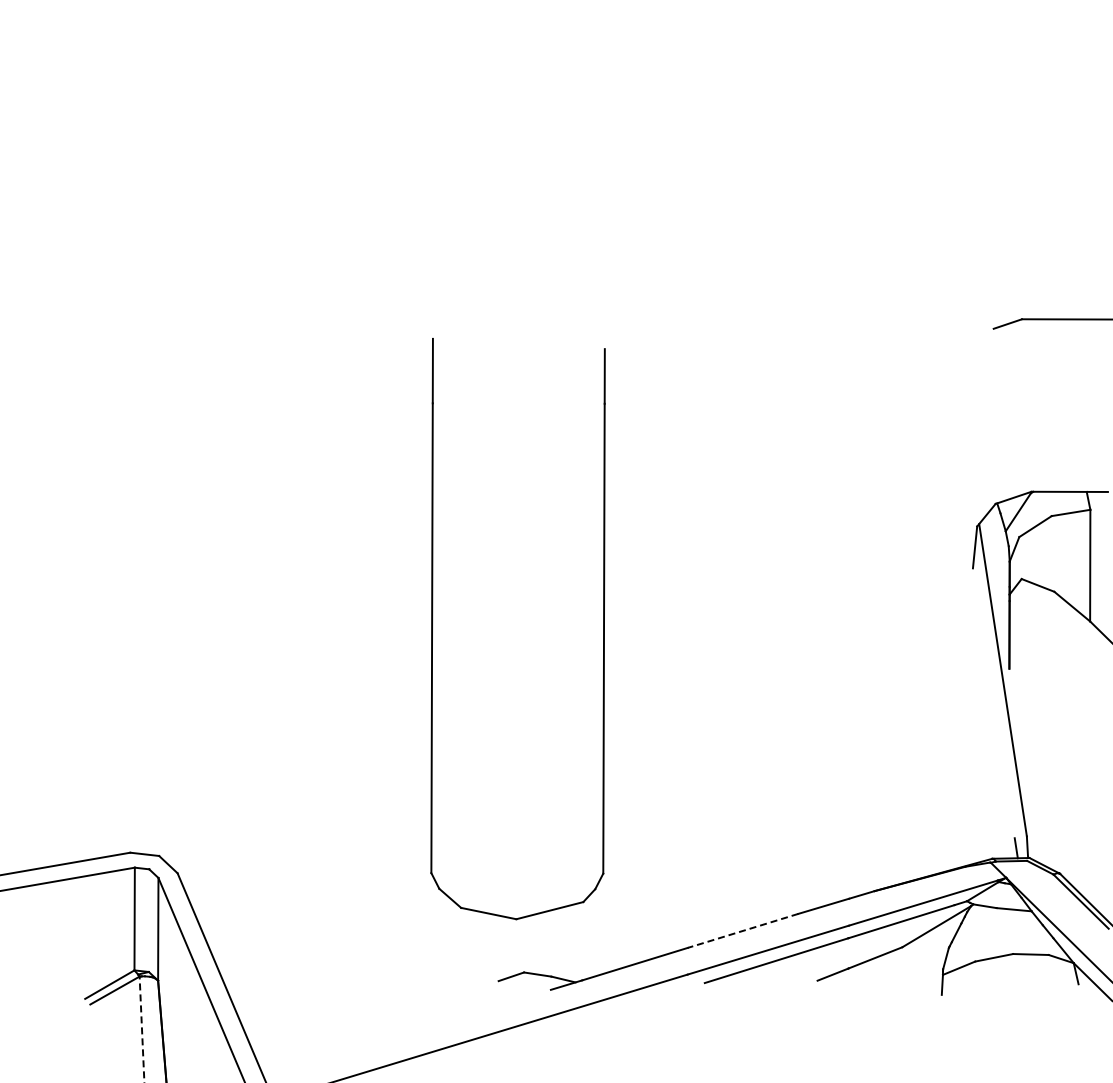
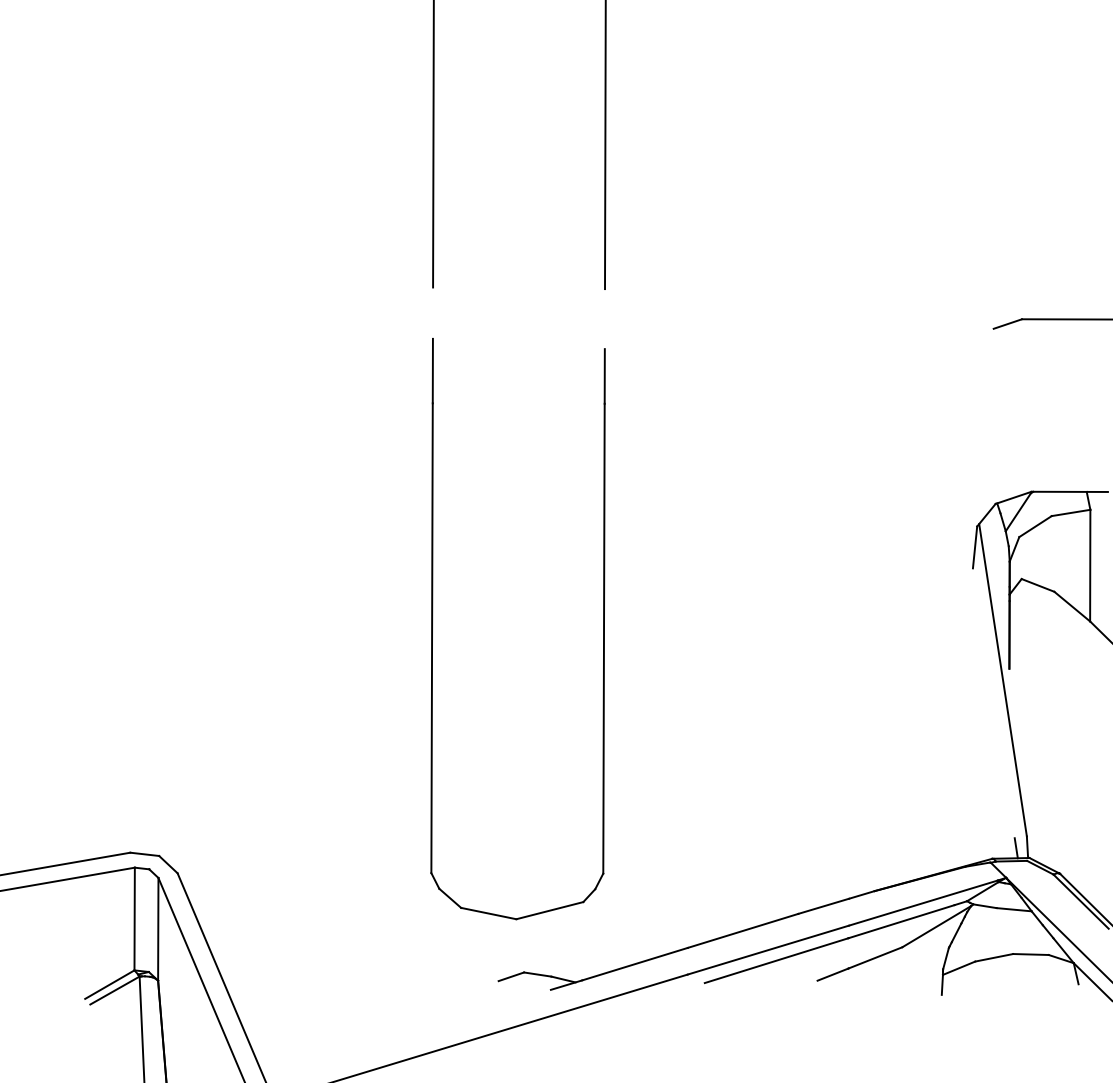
line at (433, 144): none -> present
line at (605, 145): none -> present
line at (743, 930): dashed -> solid
line at (142, 1029): dashed -> solid
